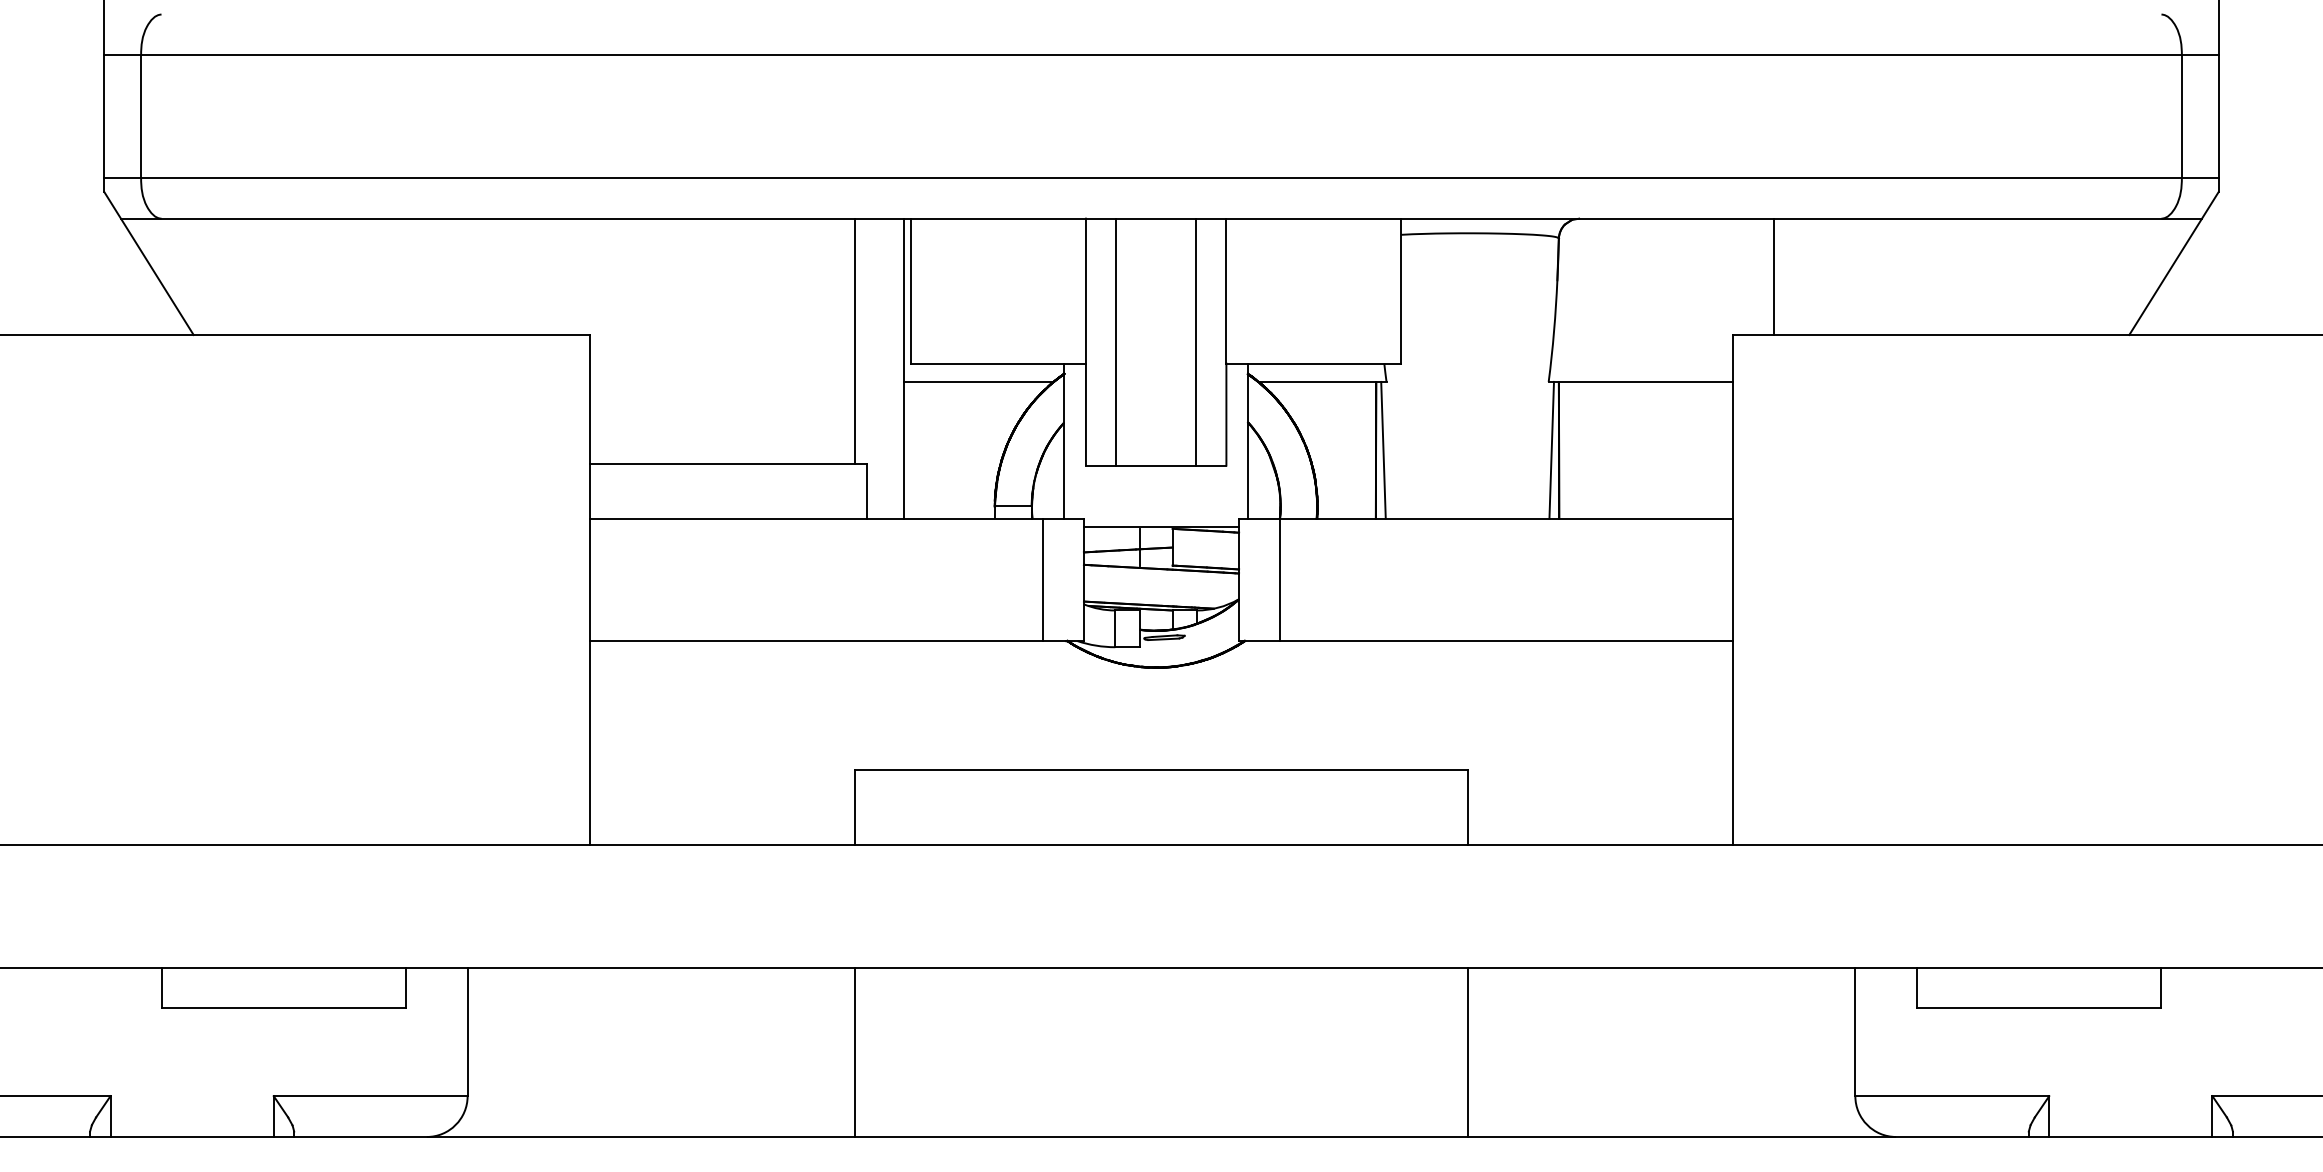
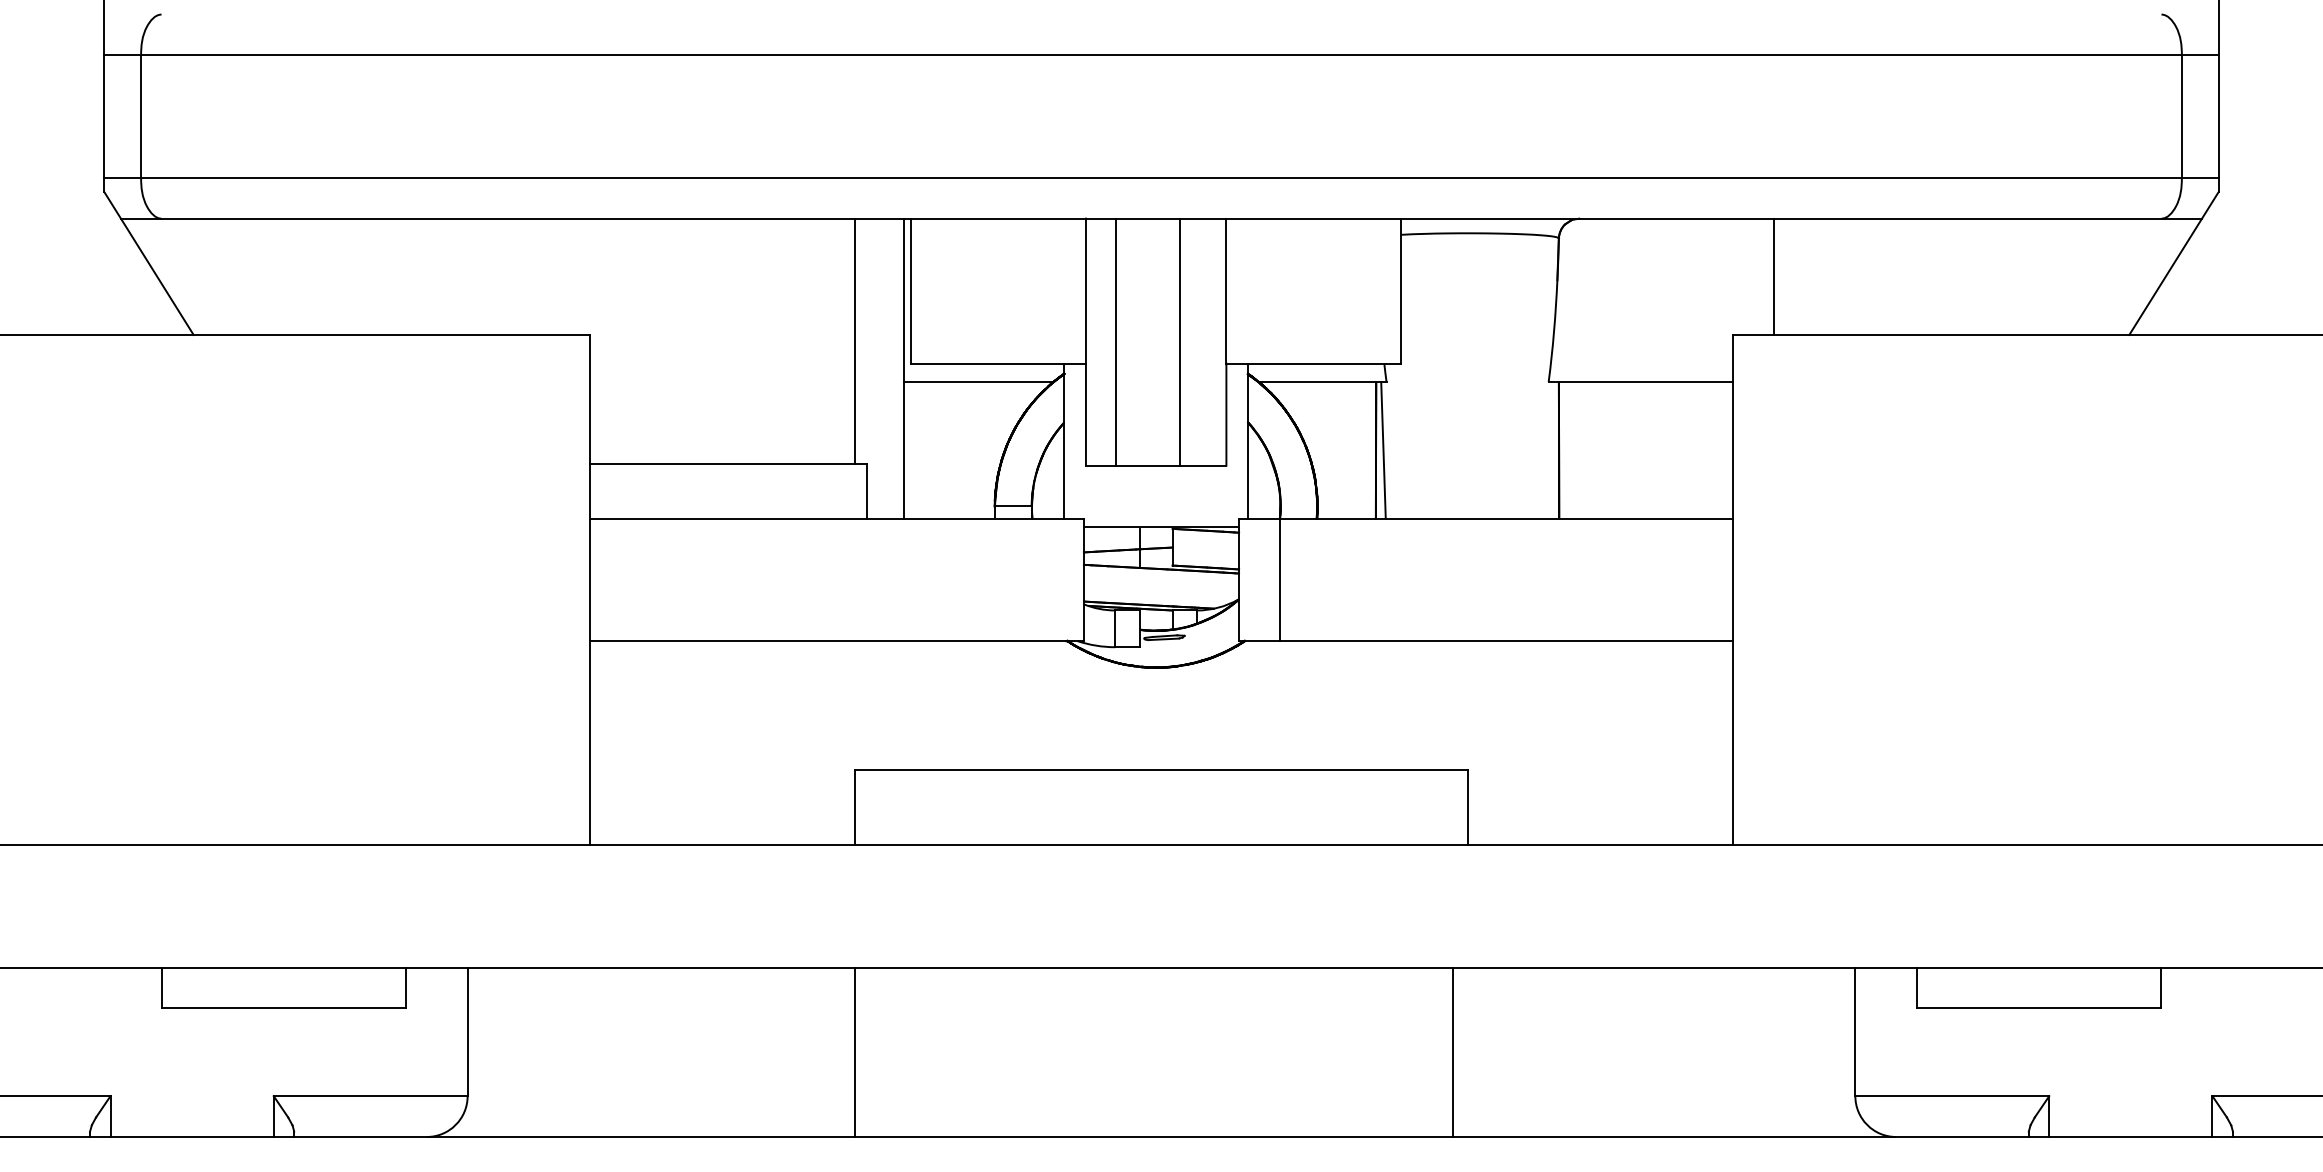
line at (1196, 341) position: (1196, 341) -> (1180, 341)
line at (1551, 449): present -> none
line at (1043, 579): present -> none
line at (1467, 1052) position: (1467, 1052) -> (1452, 1052)
